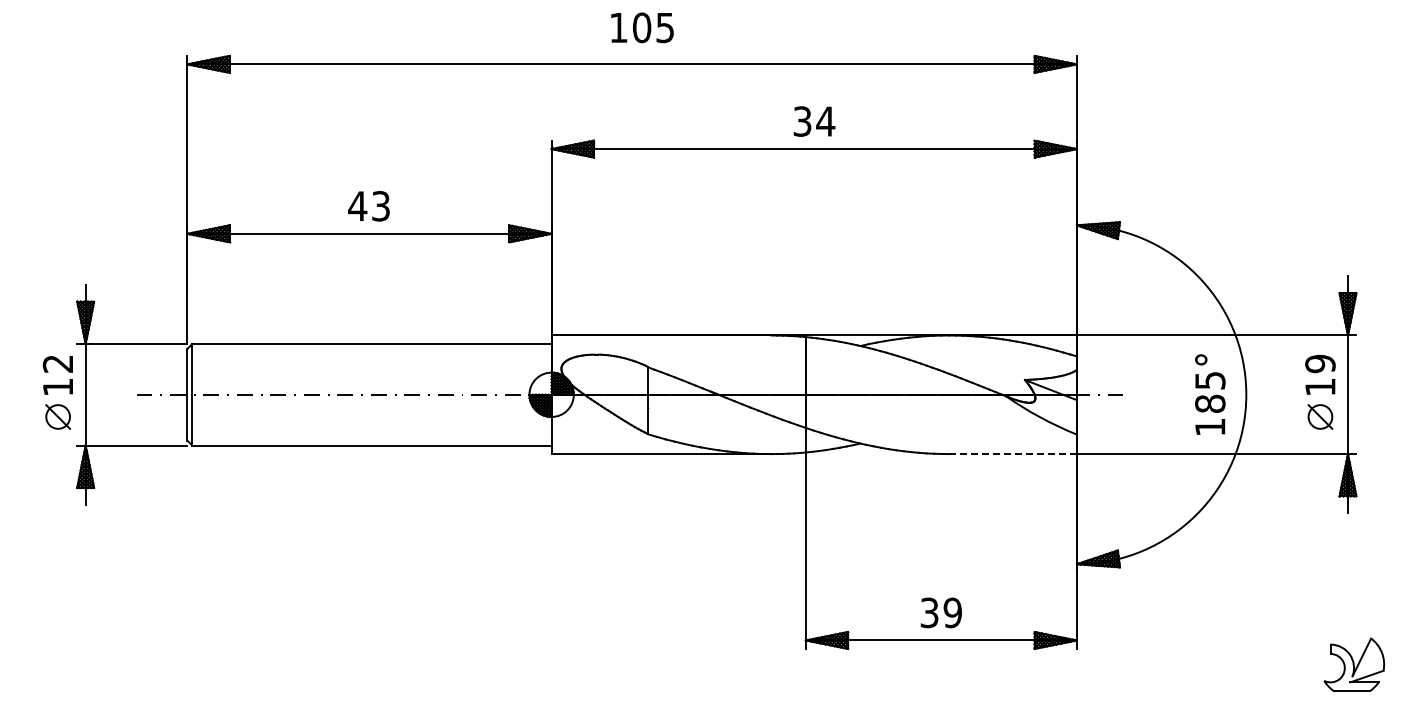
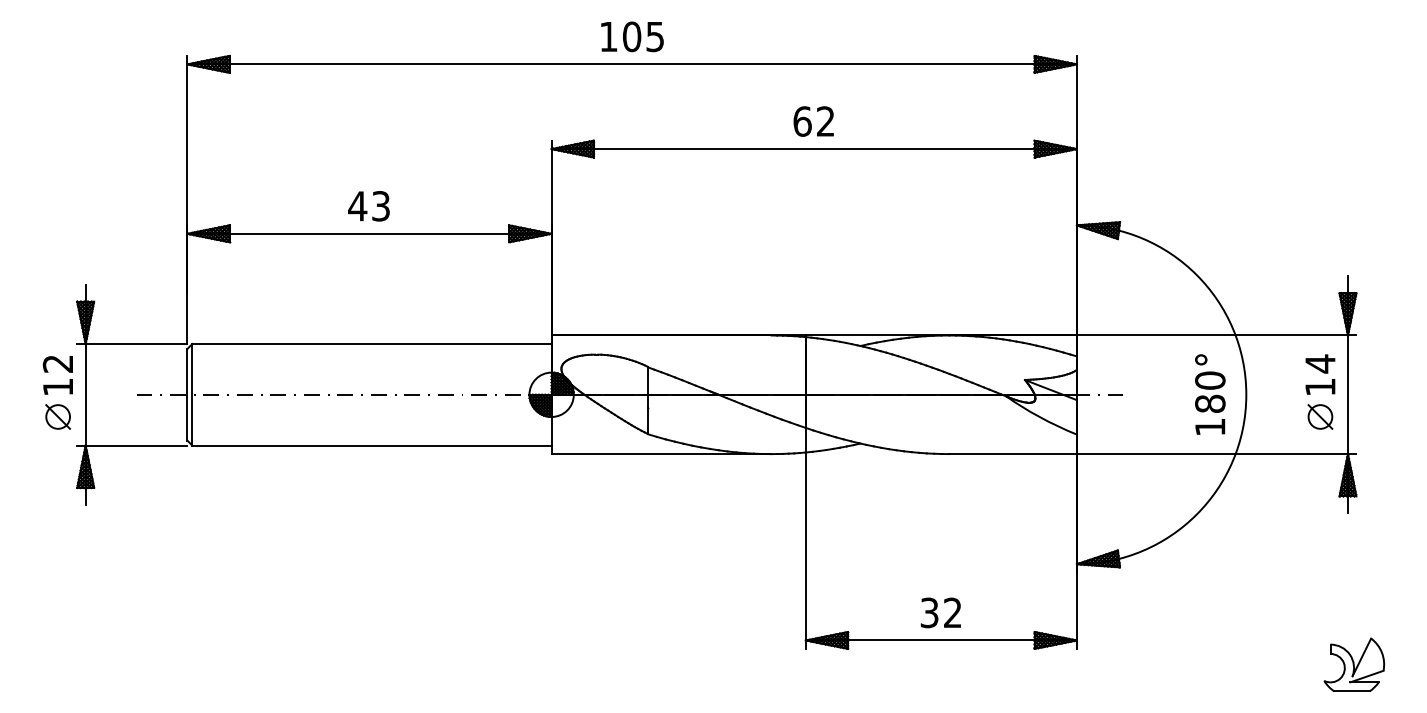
text at (642, 27) position: (642, 27) -> (632, 36)
text at (814, 121): 34 -> 62
text at (1320, 363): 19 -> 14
text at (1210, 380): 185° -> 180°
line at (1013, 454): dashed -> solid
text at (952, 612): 39 -> 32
